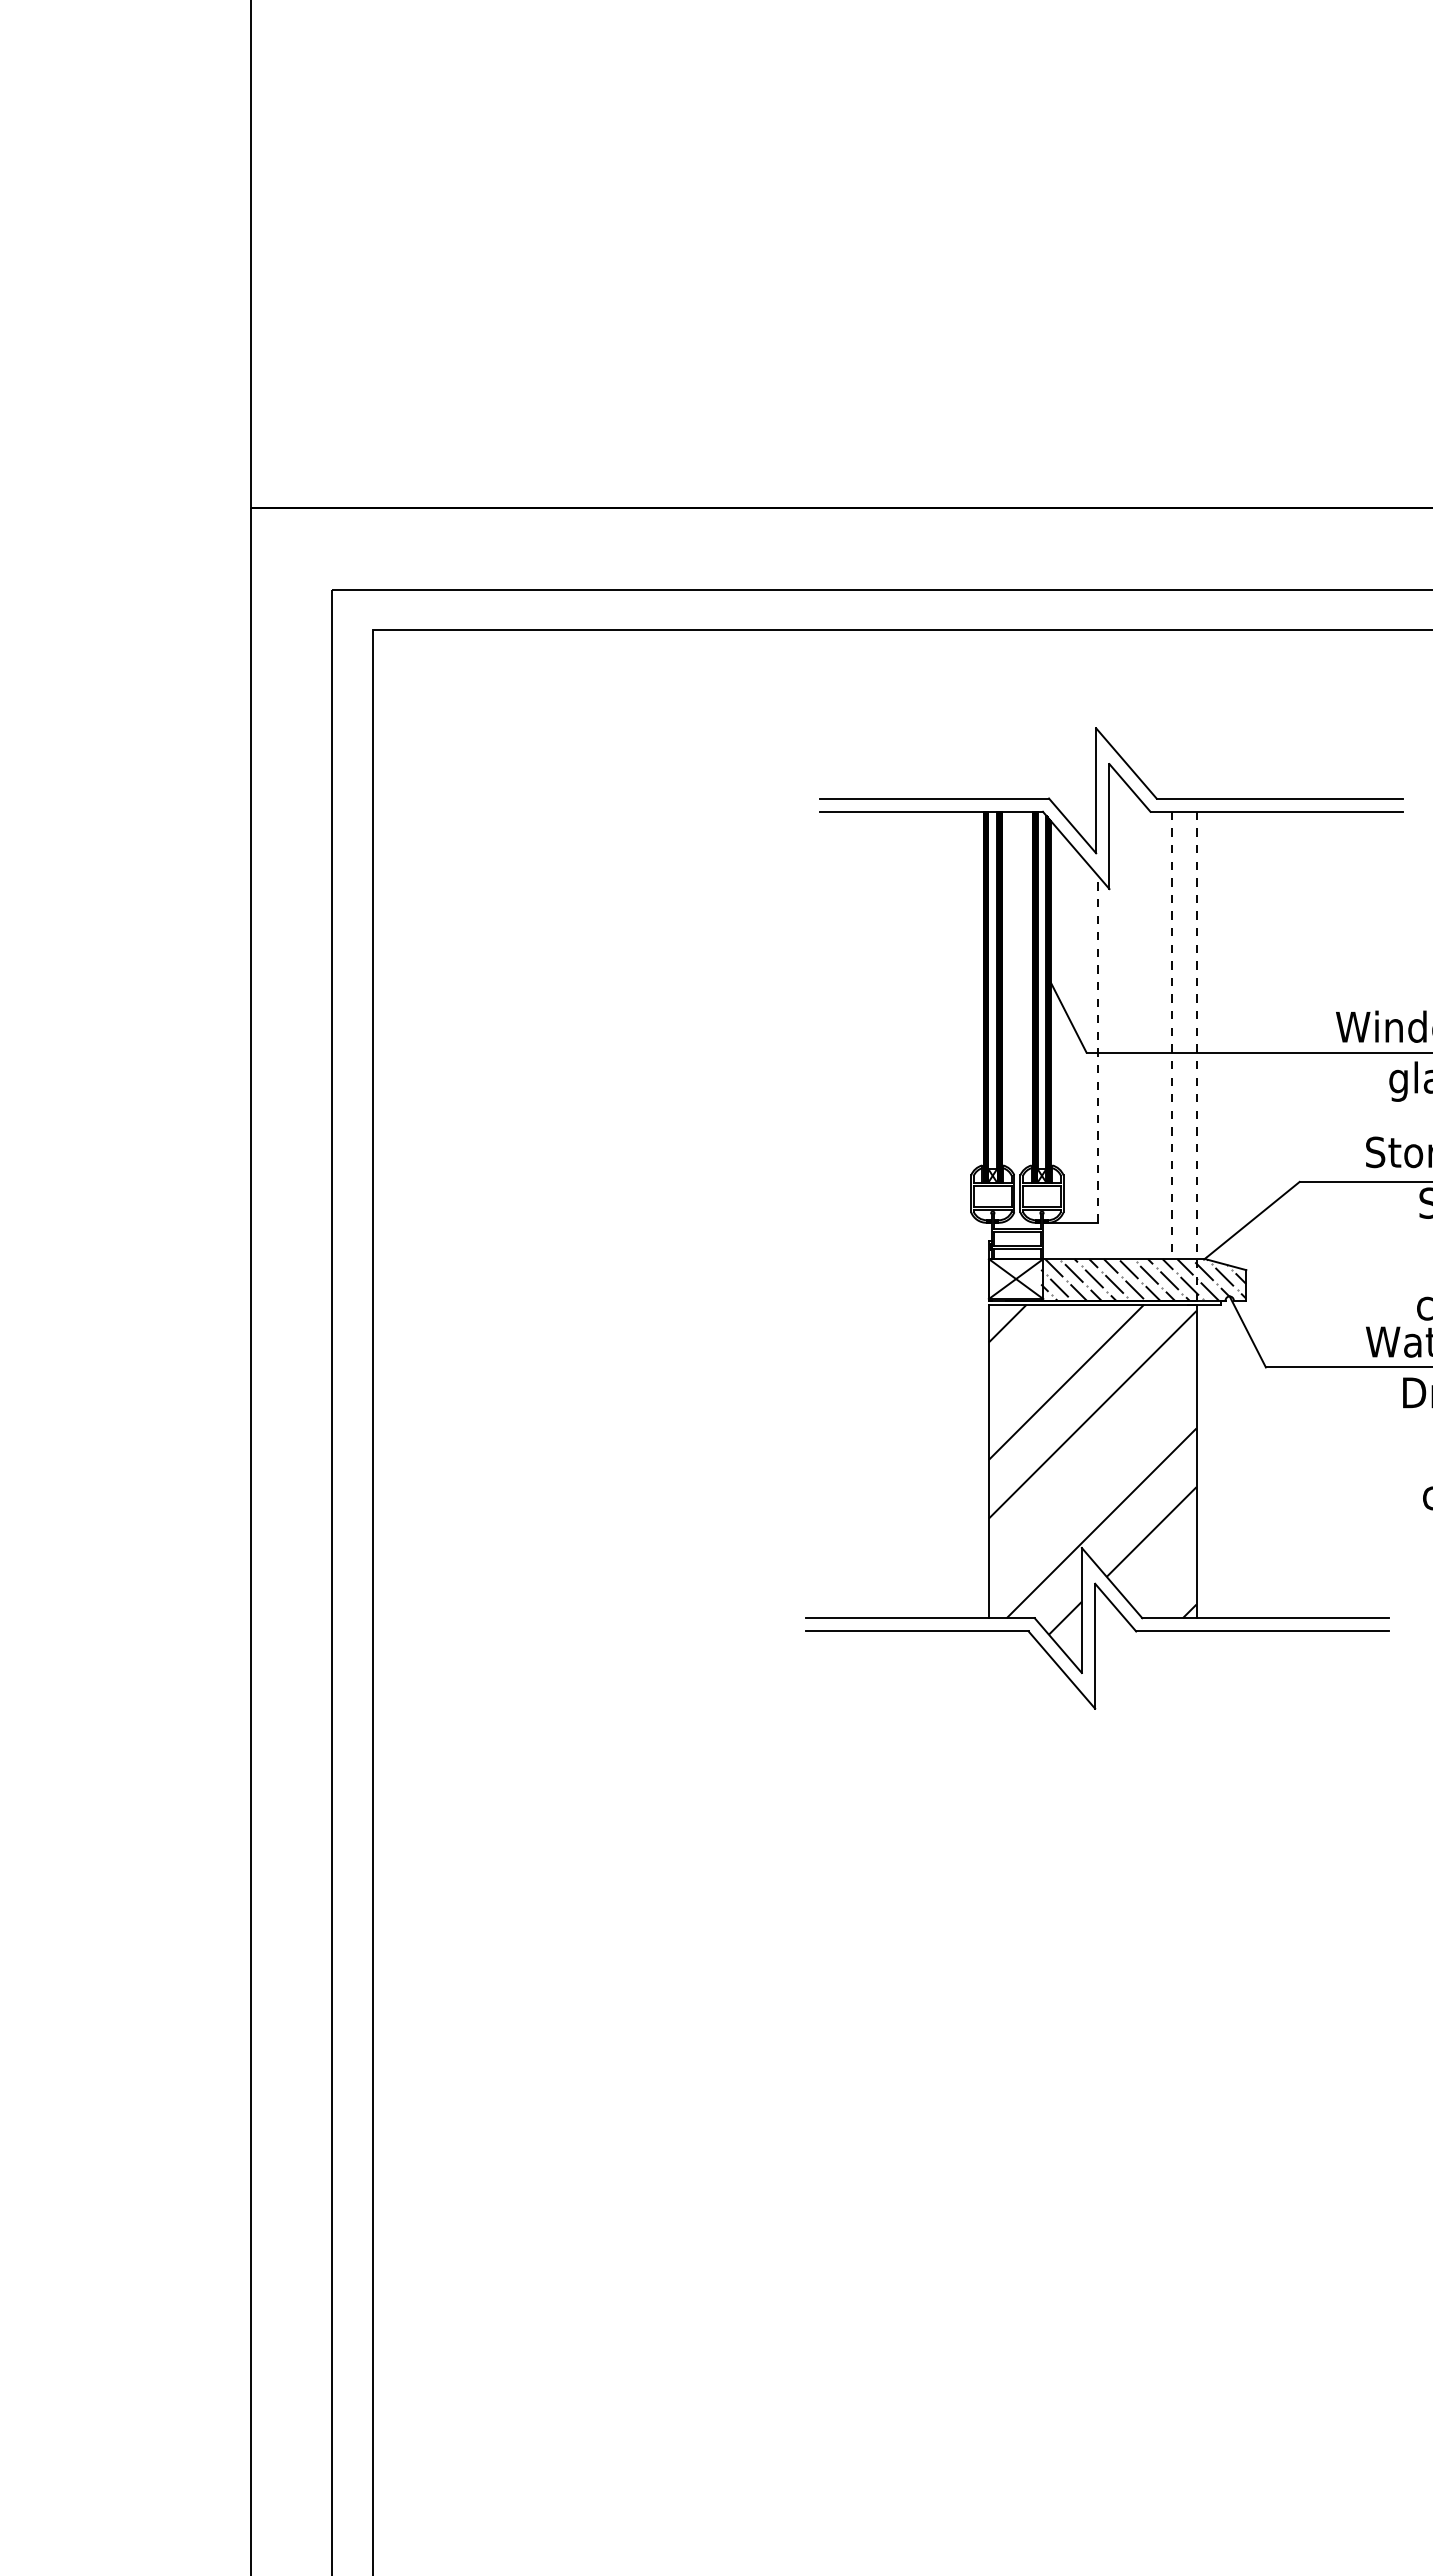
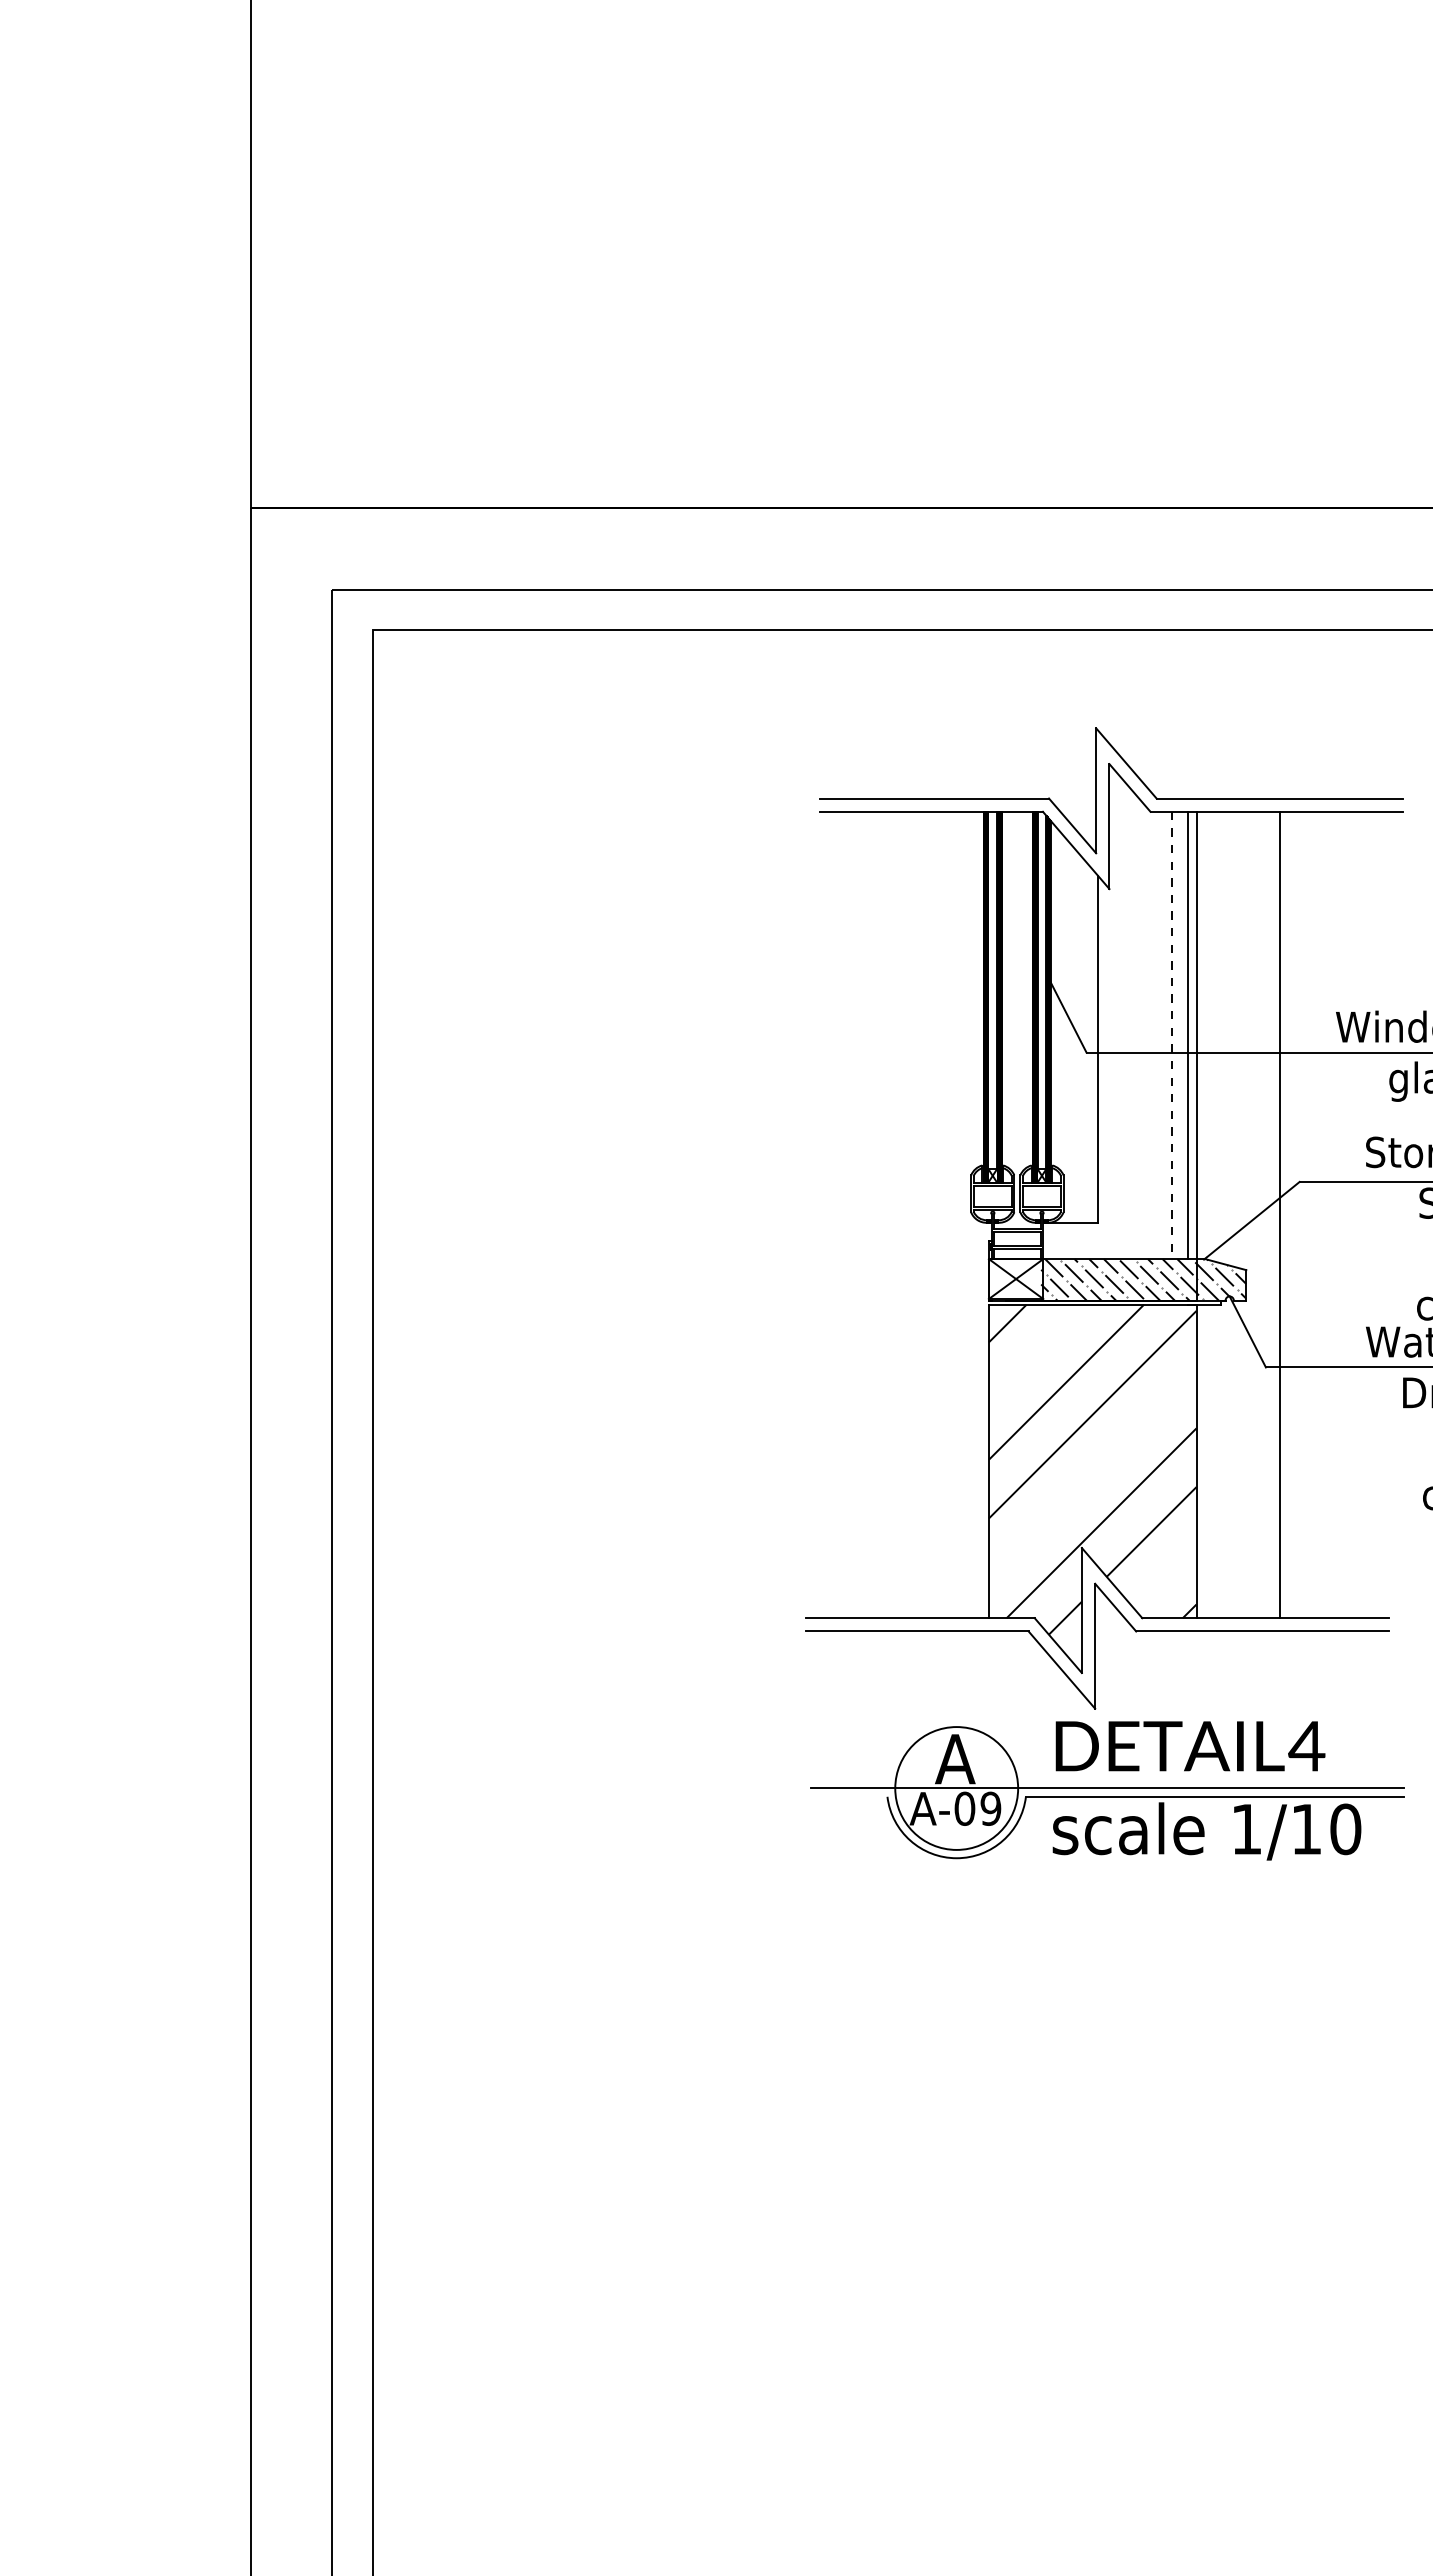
line at (1188, 1035): none -> present
line at (1097, 1049): dashed -> solid
line at (1196, 1056): dashed -> solid
line at (1279, 1214): none -> present
part at (1107, 1790): none -> present
